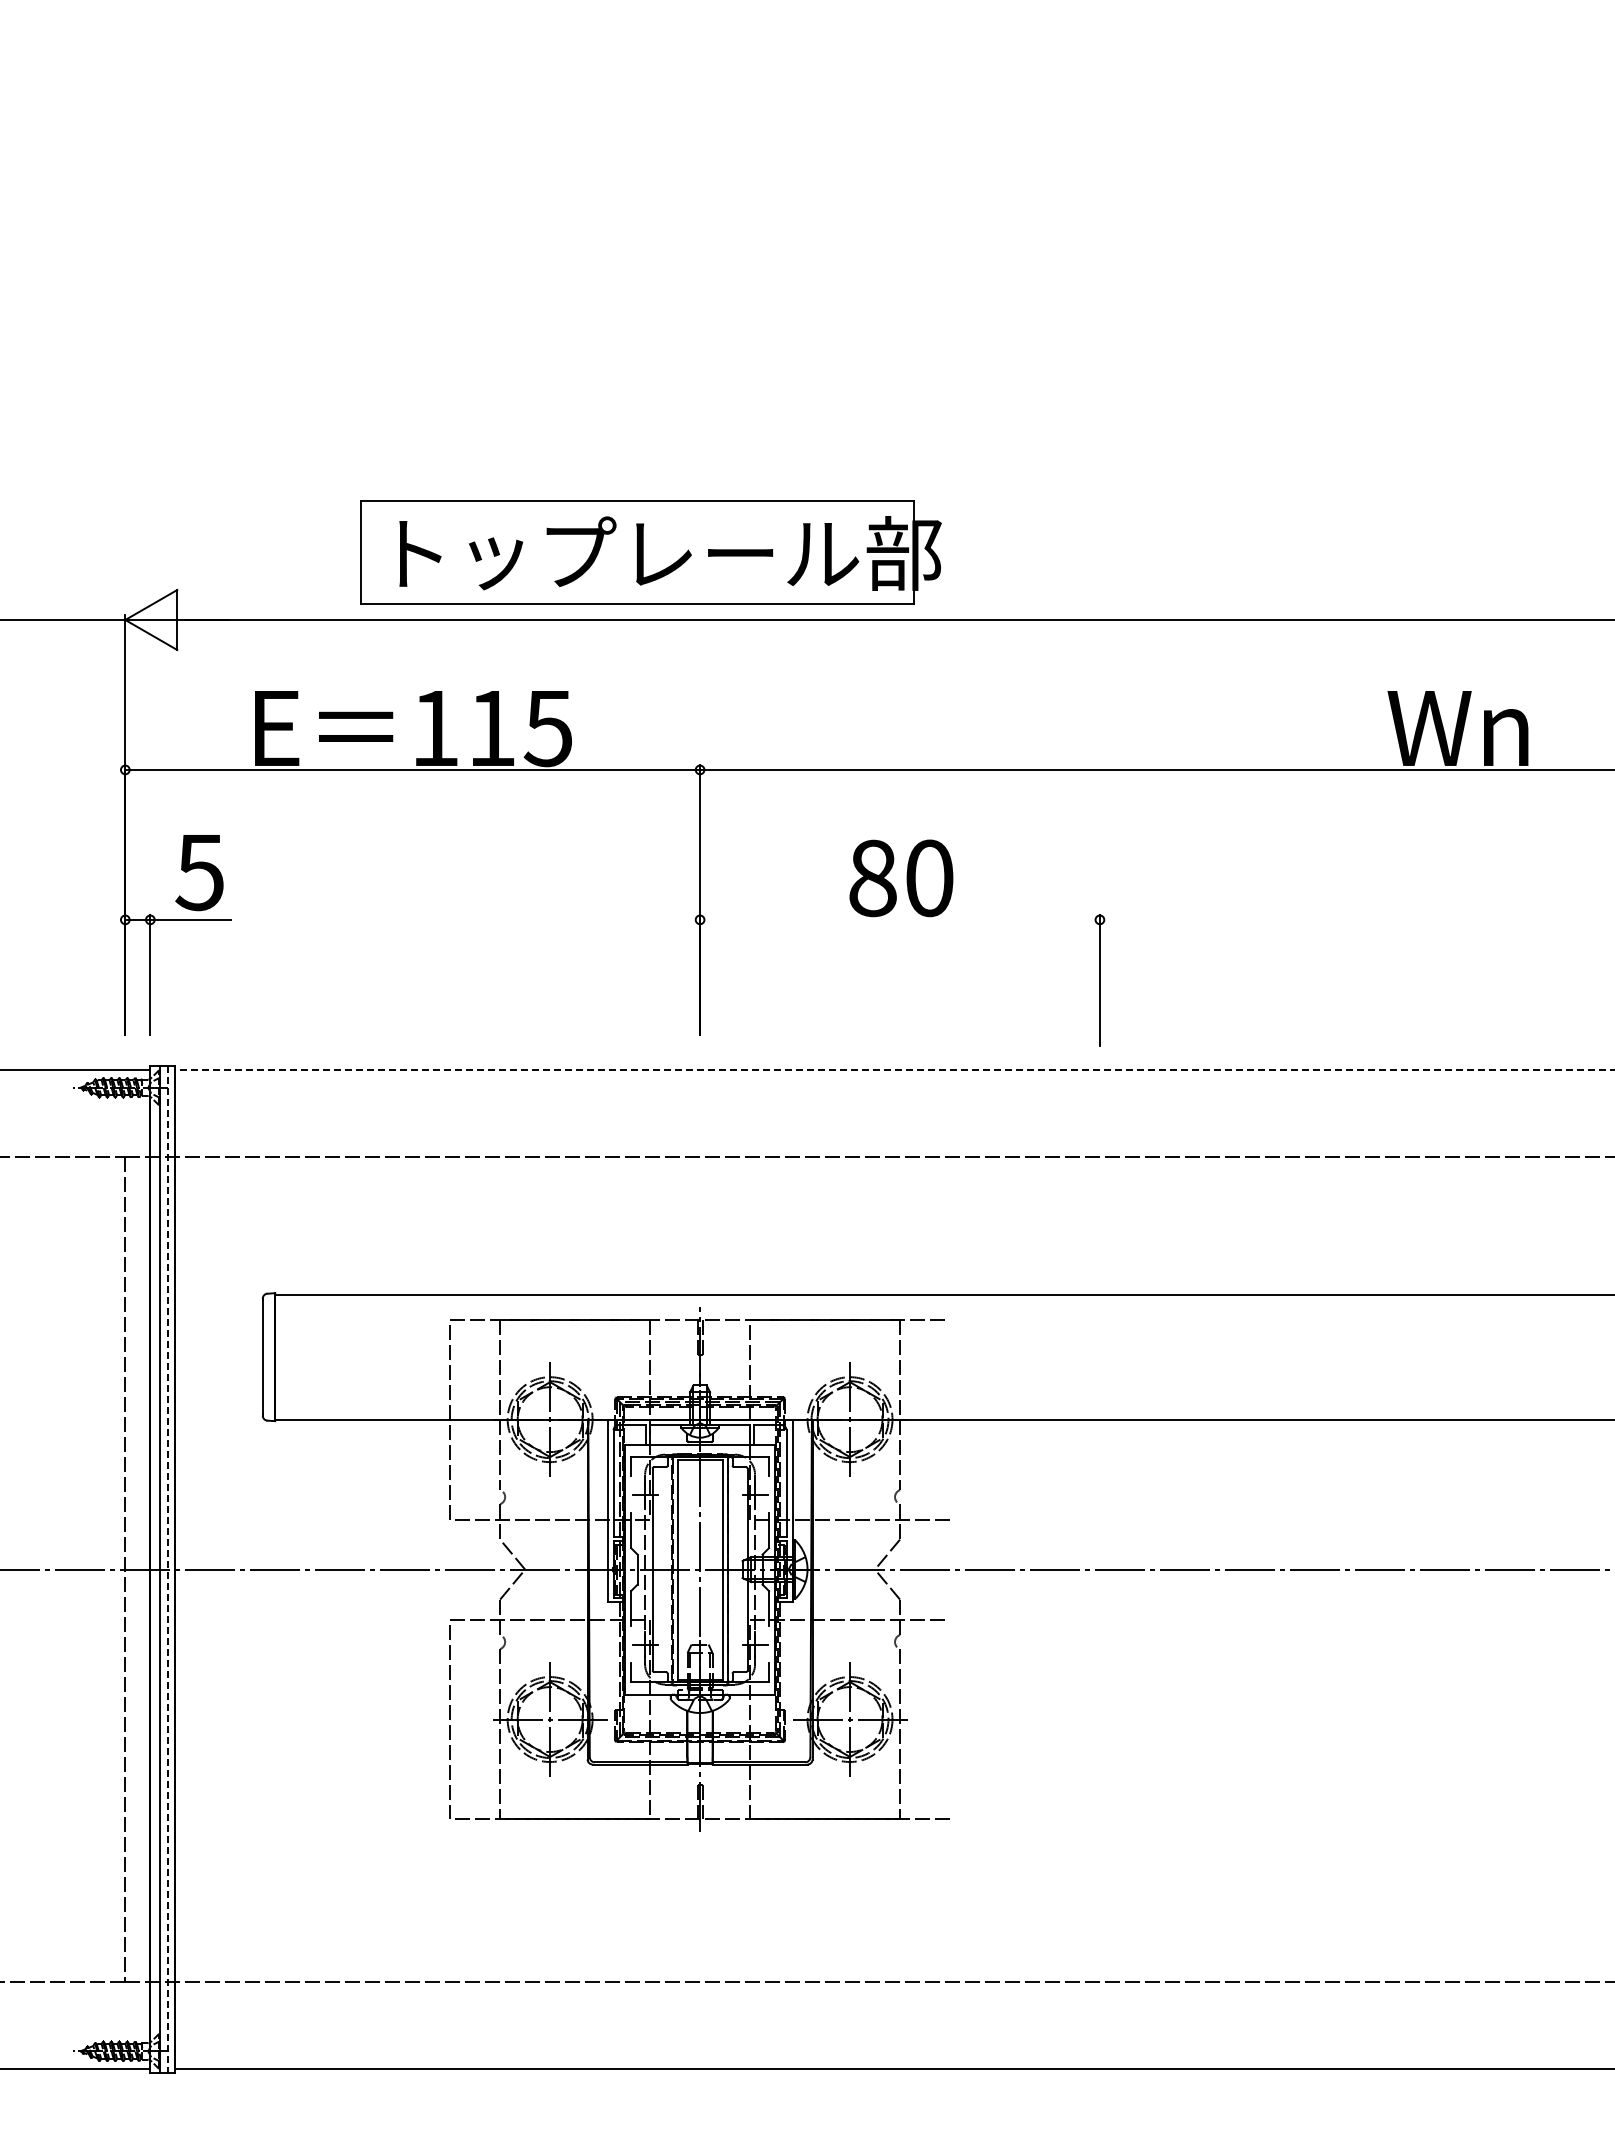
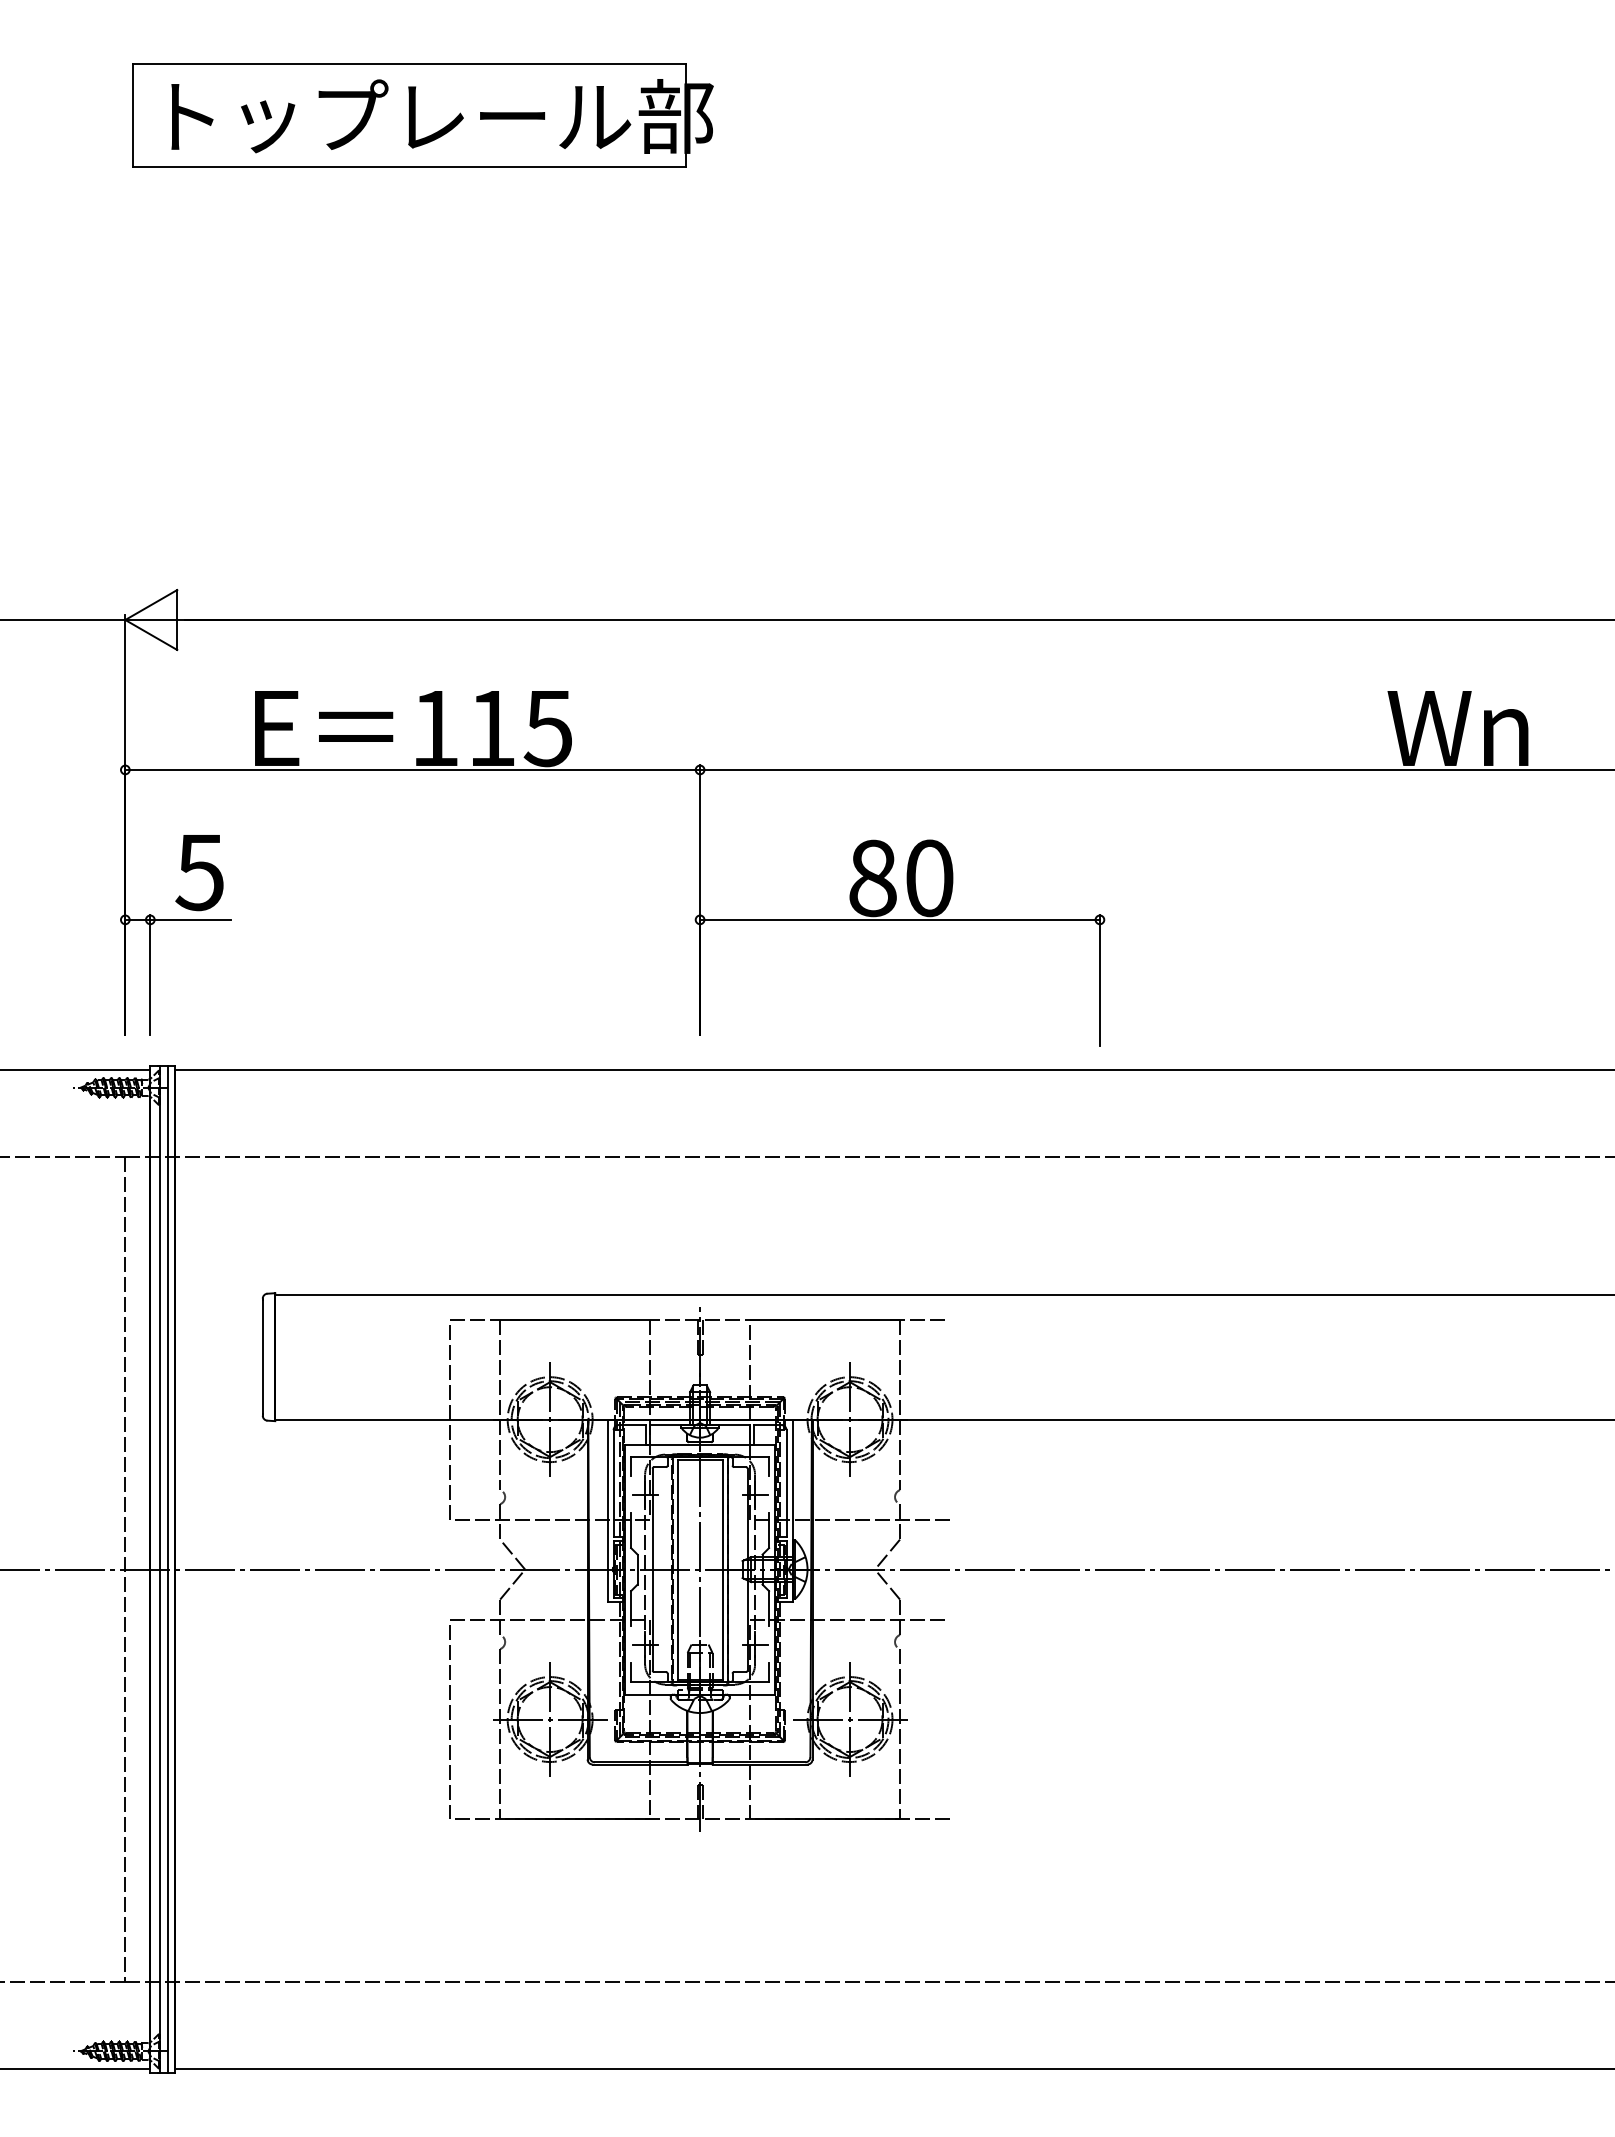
part at (650, 552) position: (650, 552) -> (422, 115)
line at (899, 919): none -> present
line at (894, 1069): dashed -> solid
line at (167, 1570): dashed -> solid
